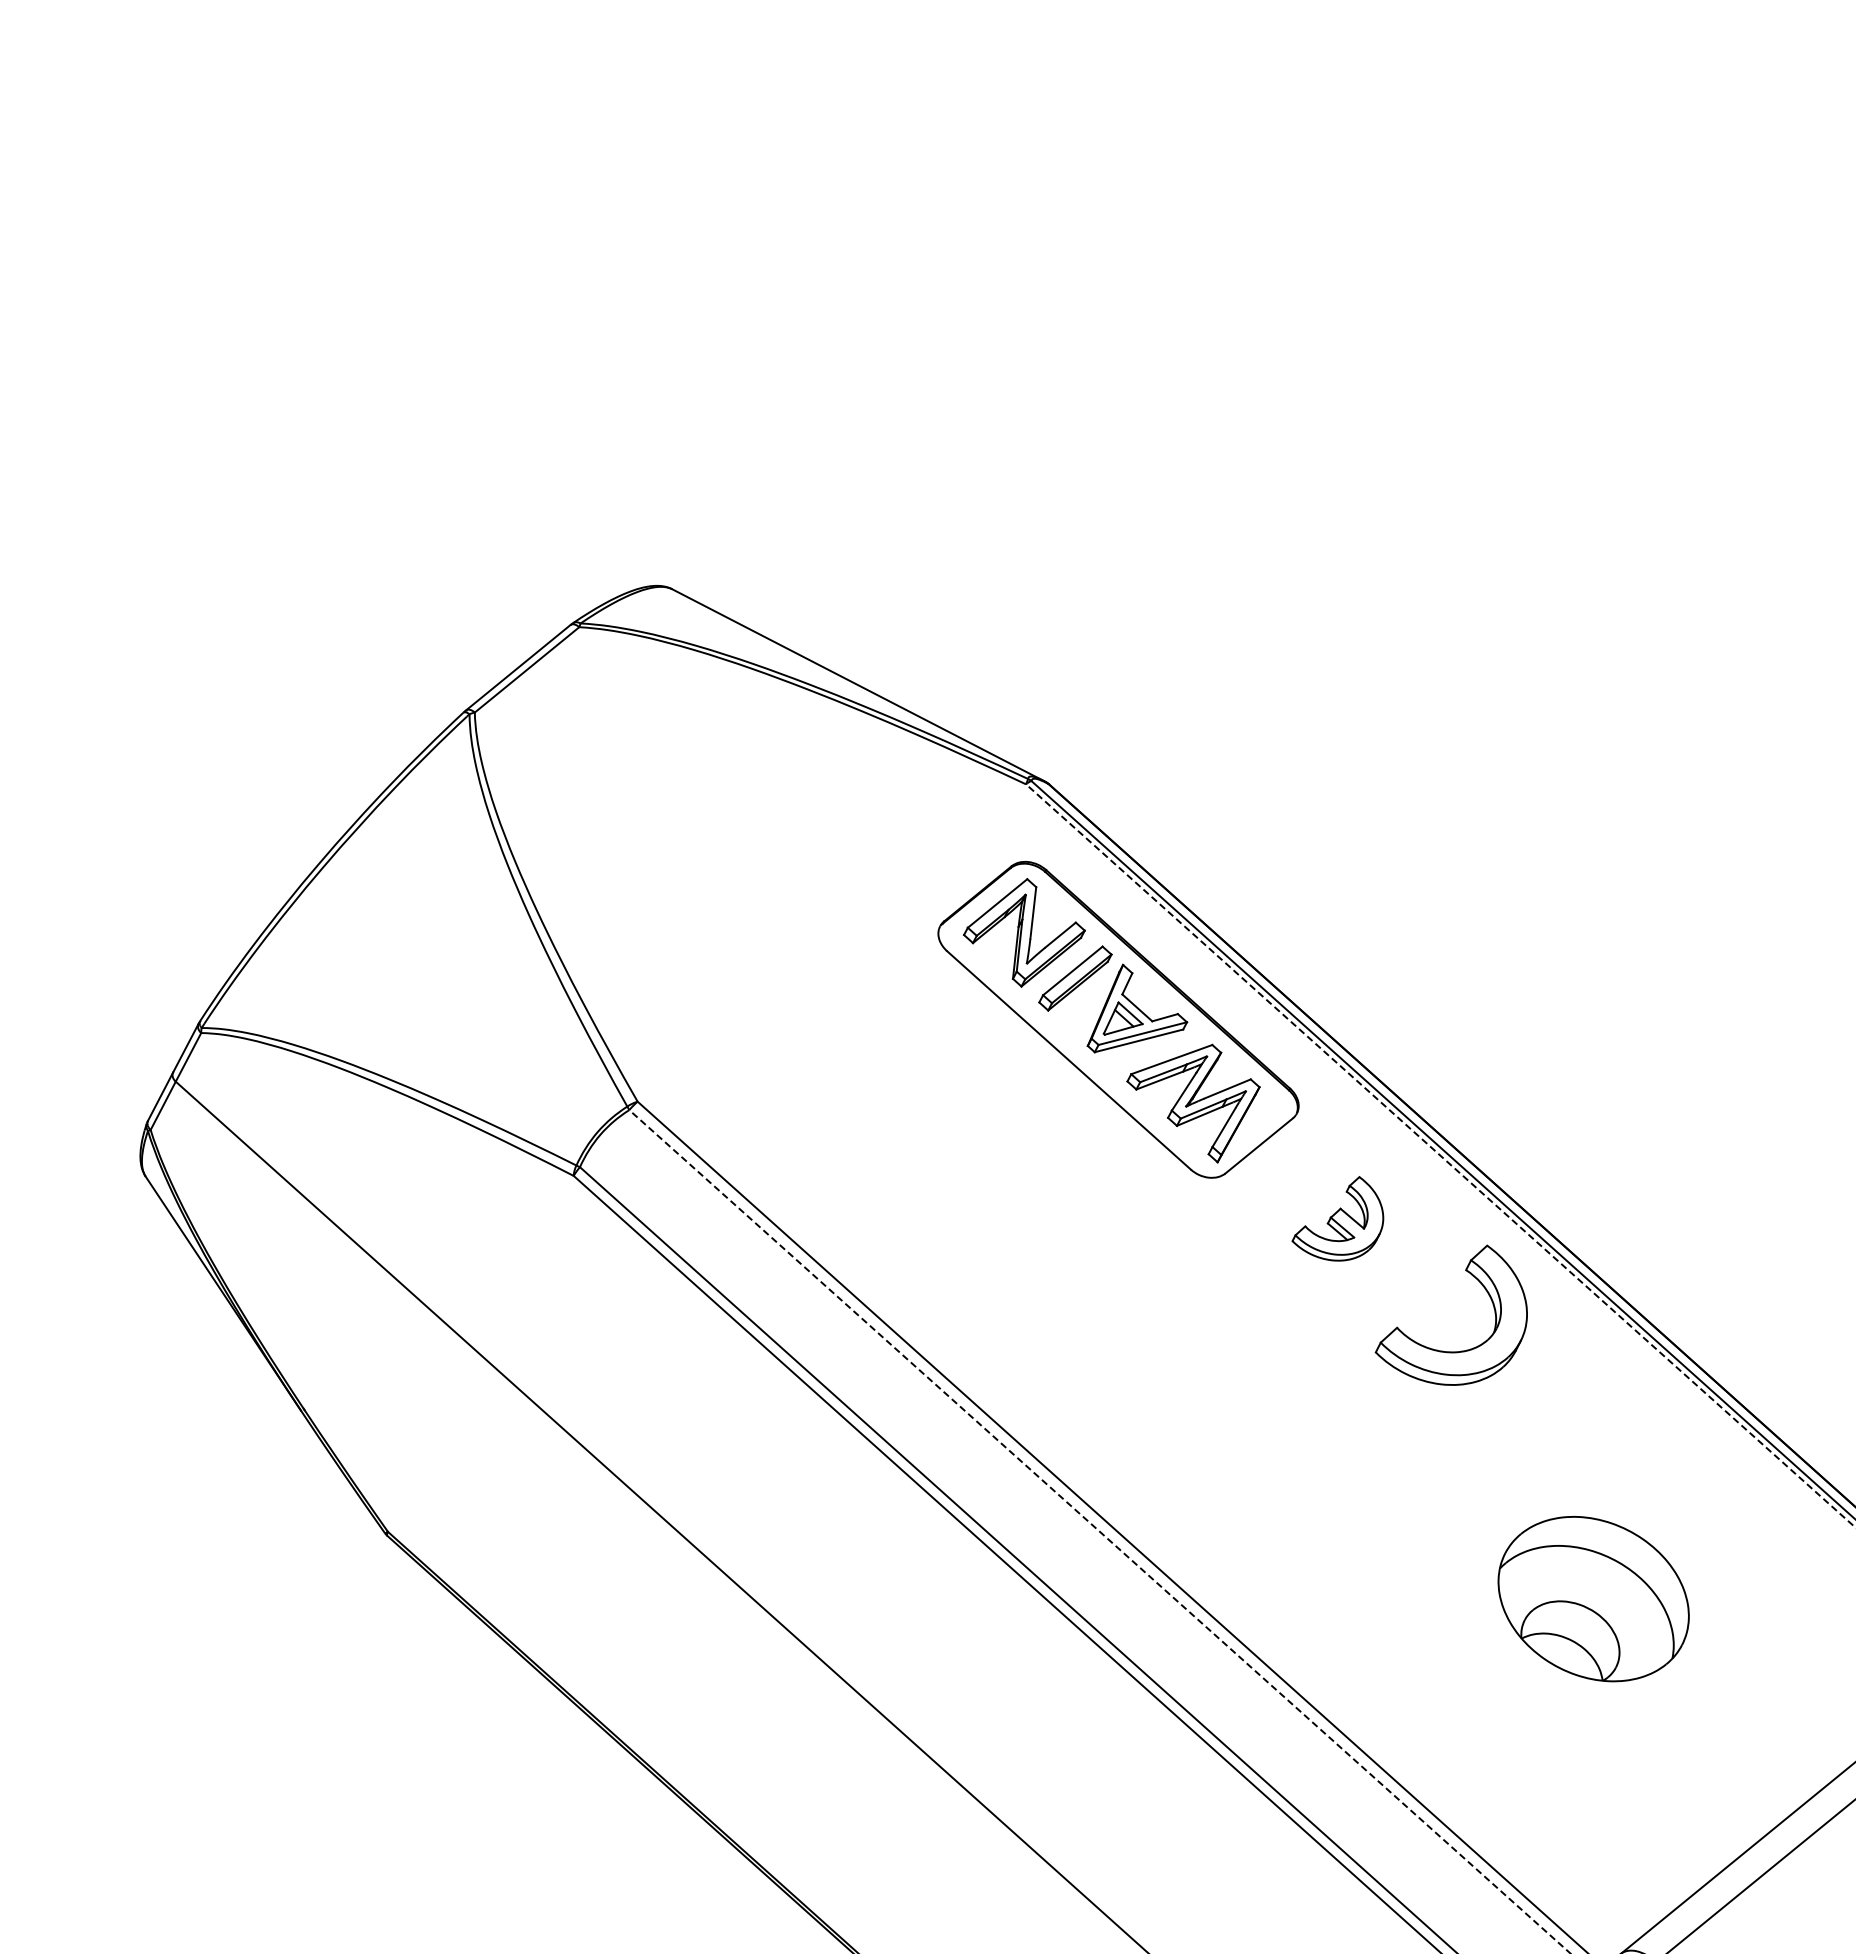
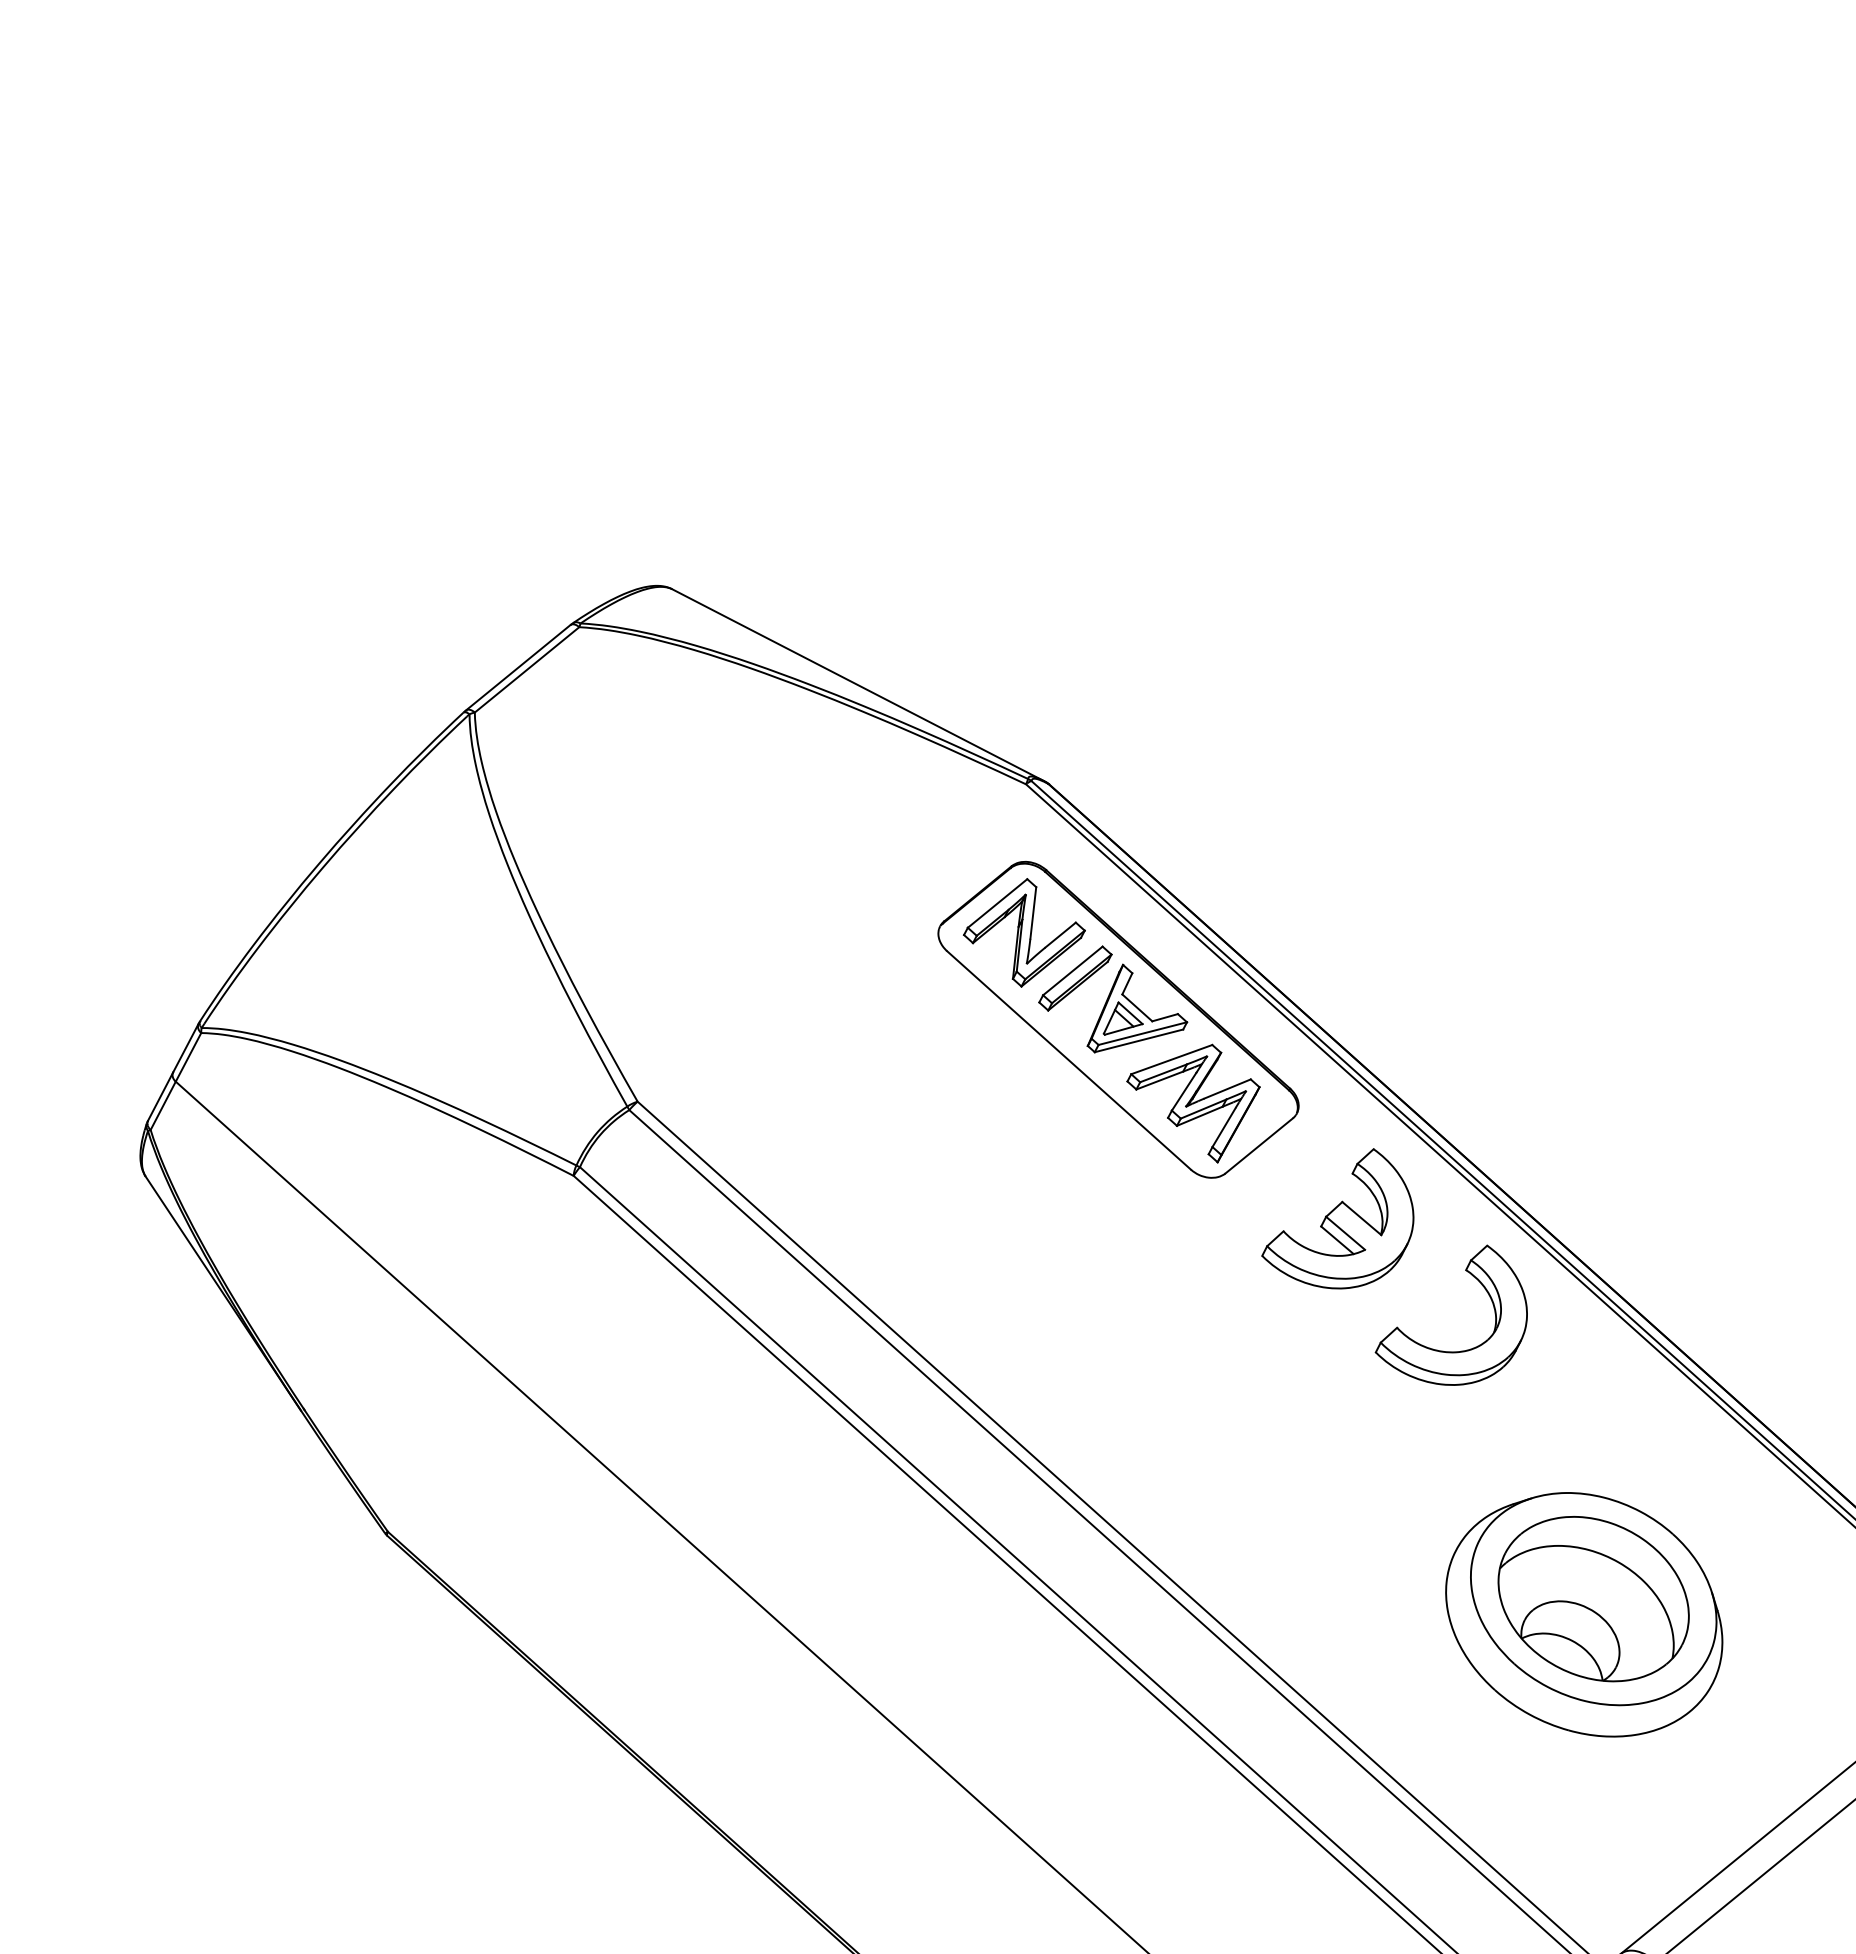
line at (1440, 1155): dashed -> solid
part at (1337, 1218) size: 94x86 px -> 154x142 px
line at (1099, 1531): dashed -> solid
part at (1584, 1614): none -> present
